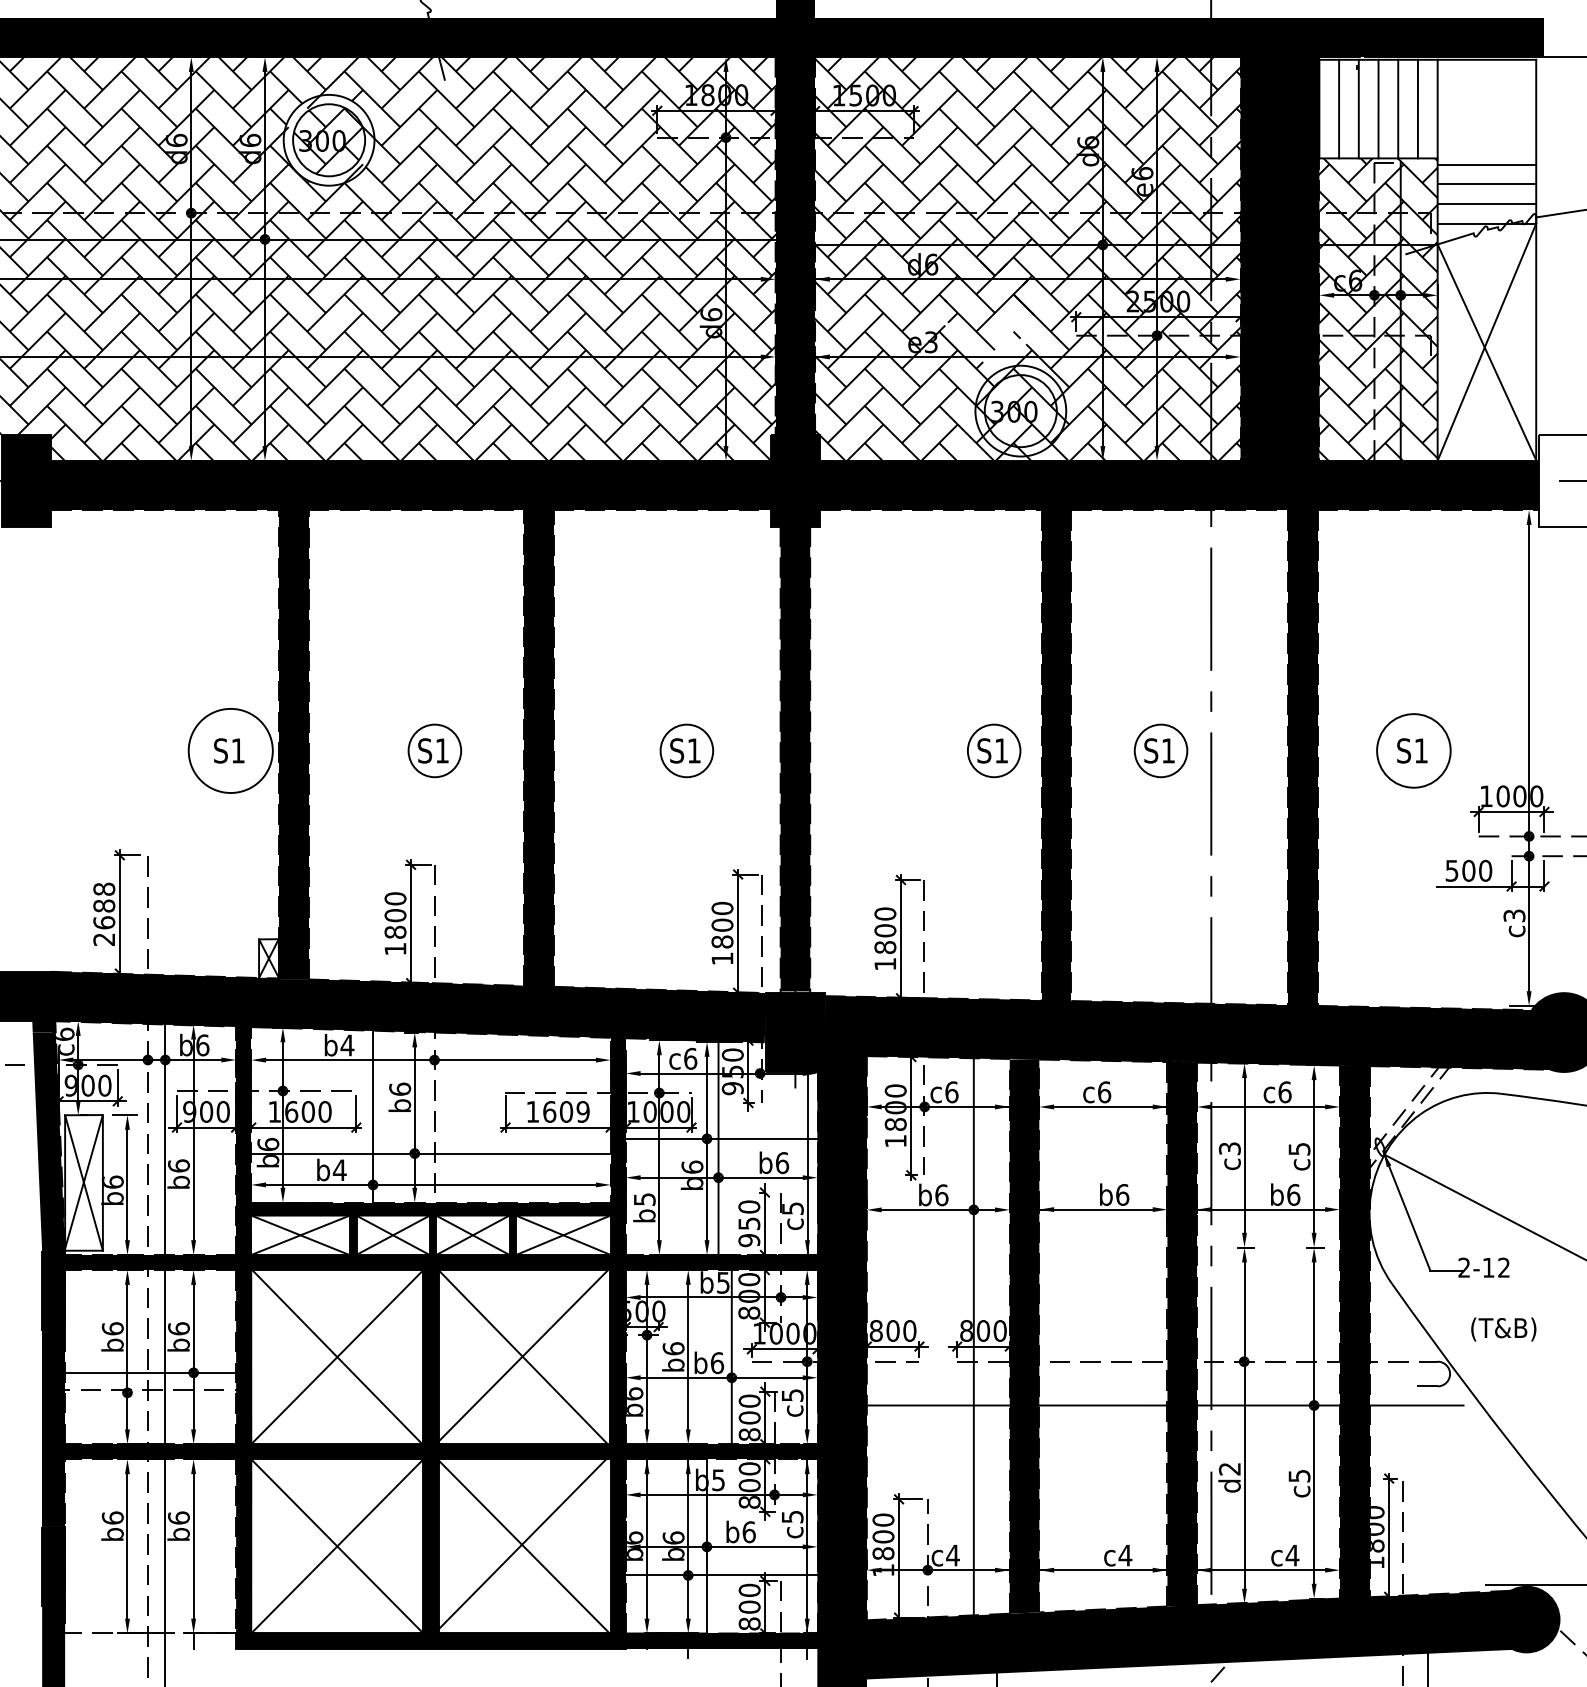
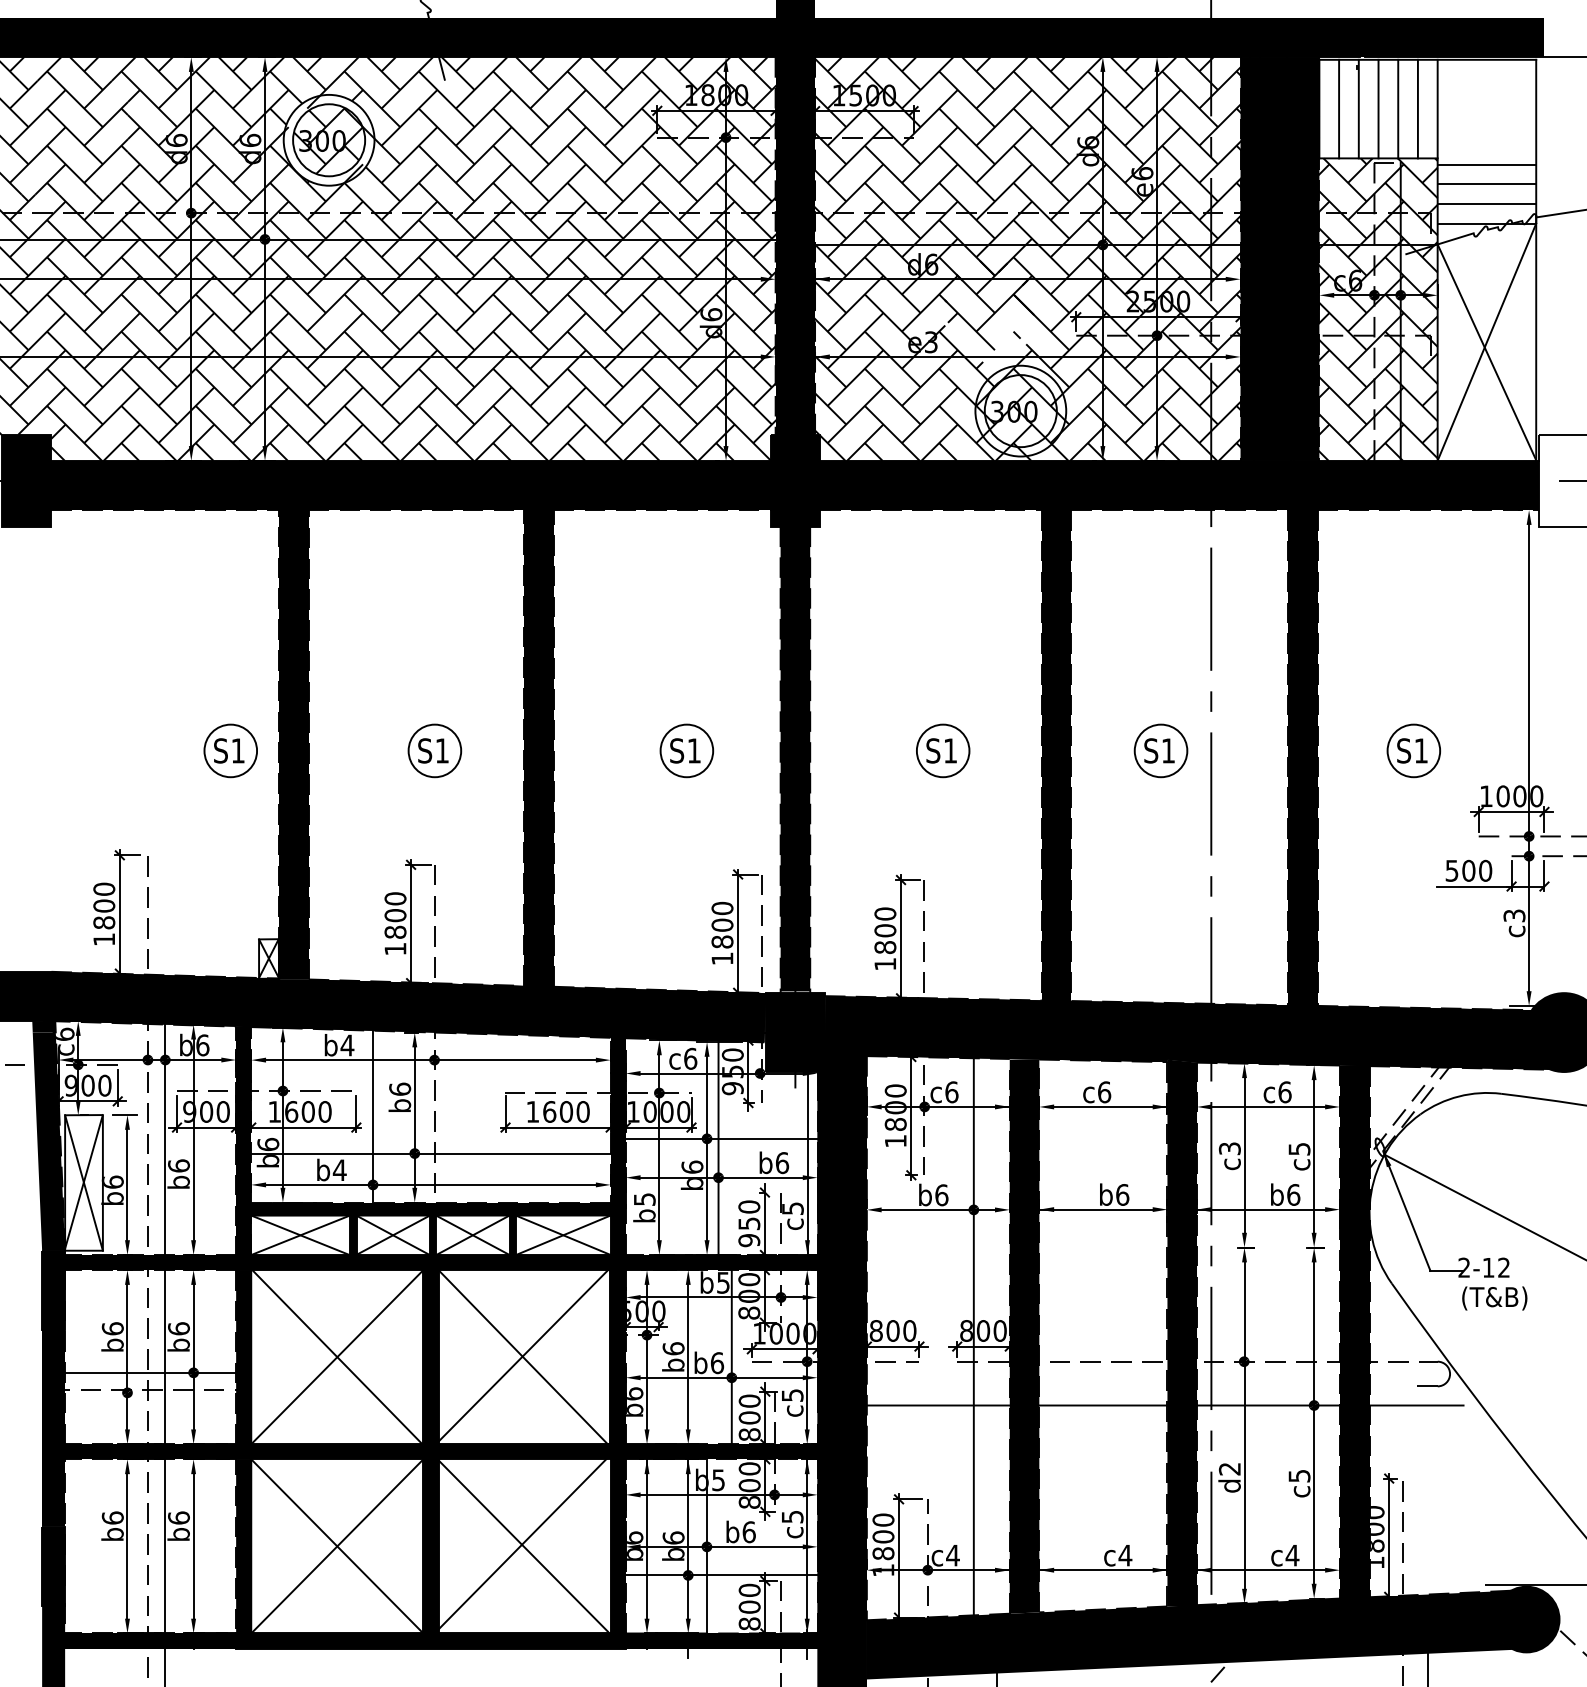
circle at (230, 750) diameter: 84 px -> 53 px
part at (994, 750) position: (994, 750) -> (943, 750)
circle at (1413, 750) diameter: 74 px -> 53 px
text at (104, 913): 2688 -> 1800
text at (582, 1111): 1609 -> 1600
text at (1503, 1329) position: (1503, 1329) -> (1494, 1298)
fill at (150, 1640): none -> present
